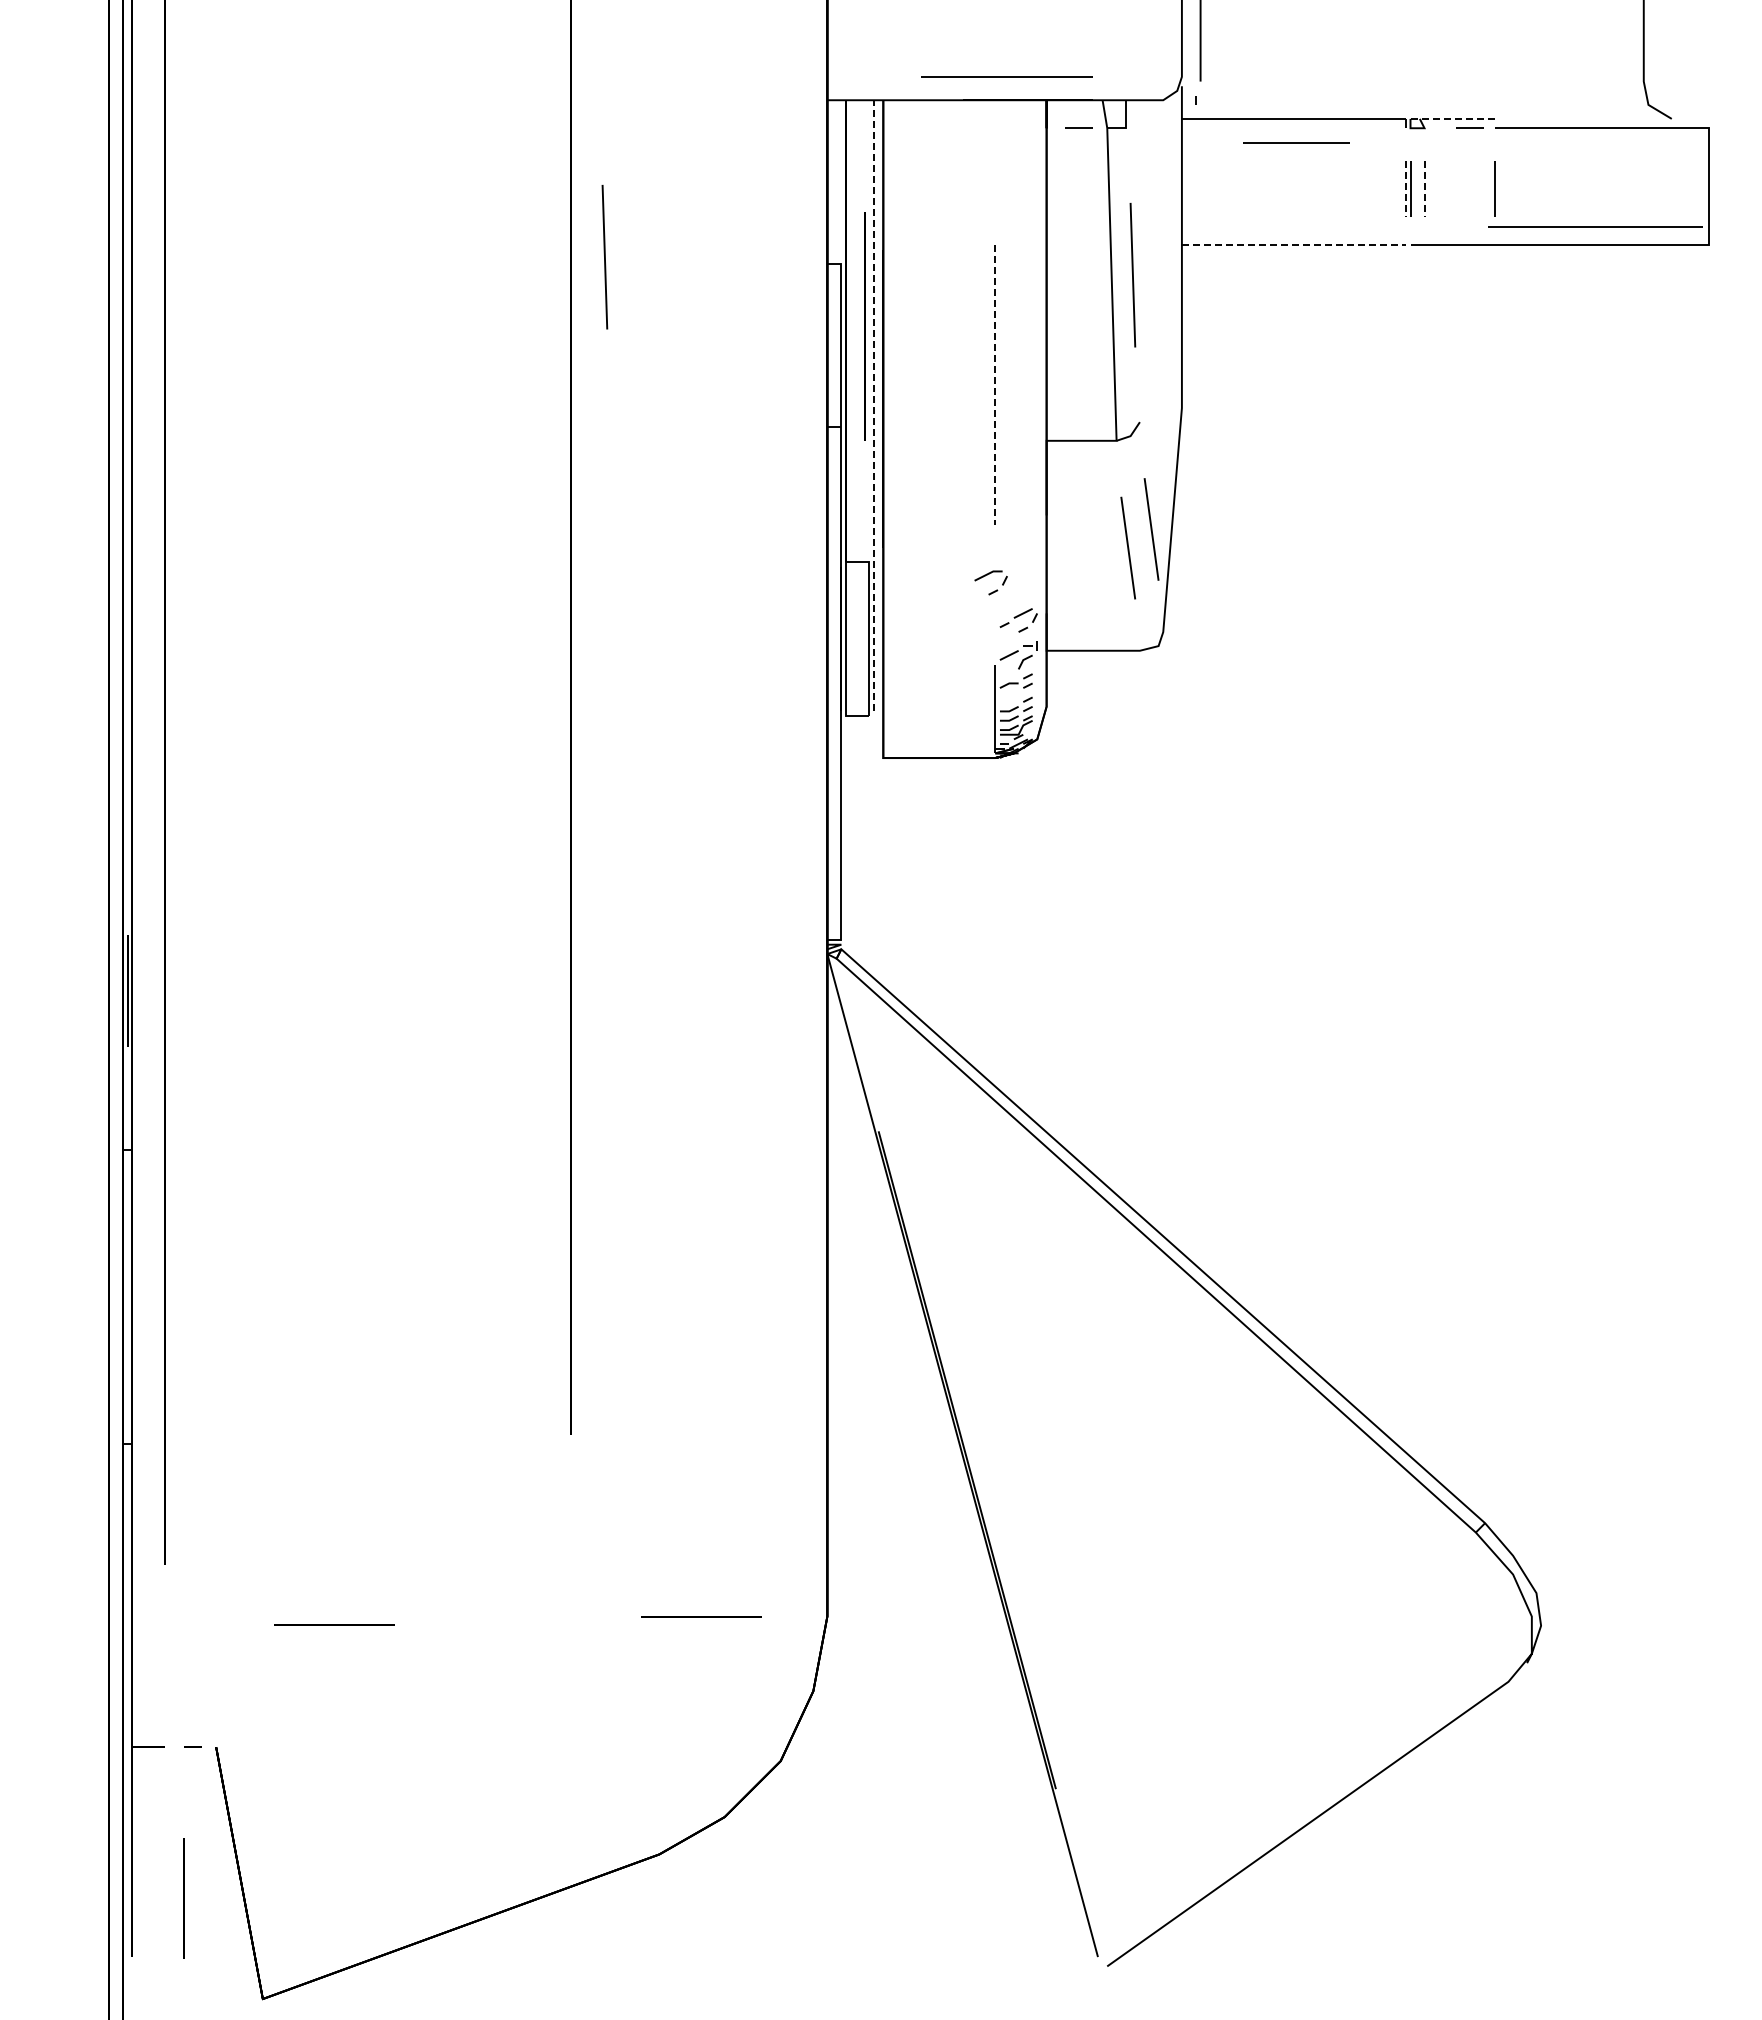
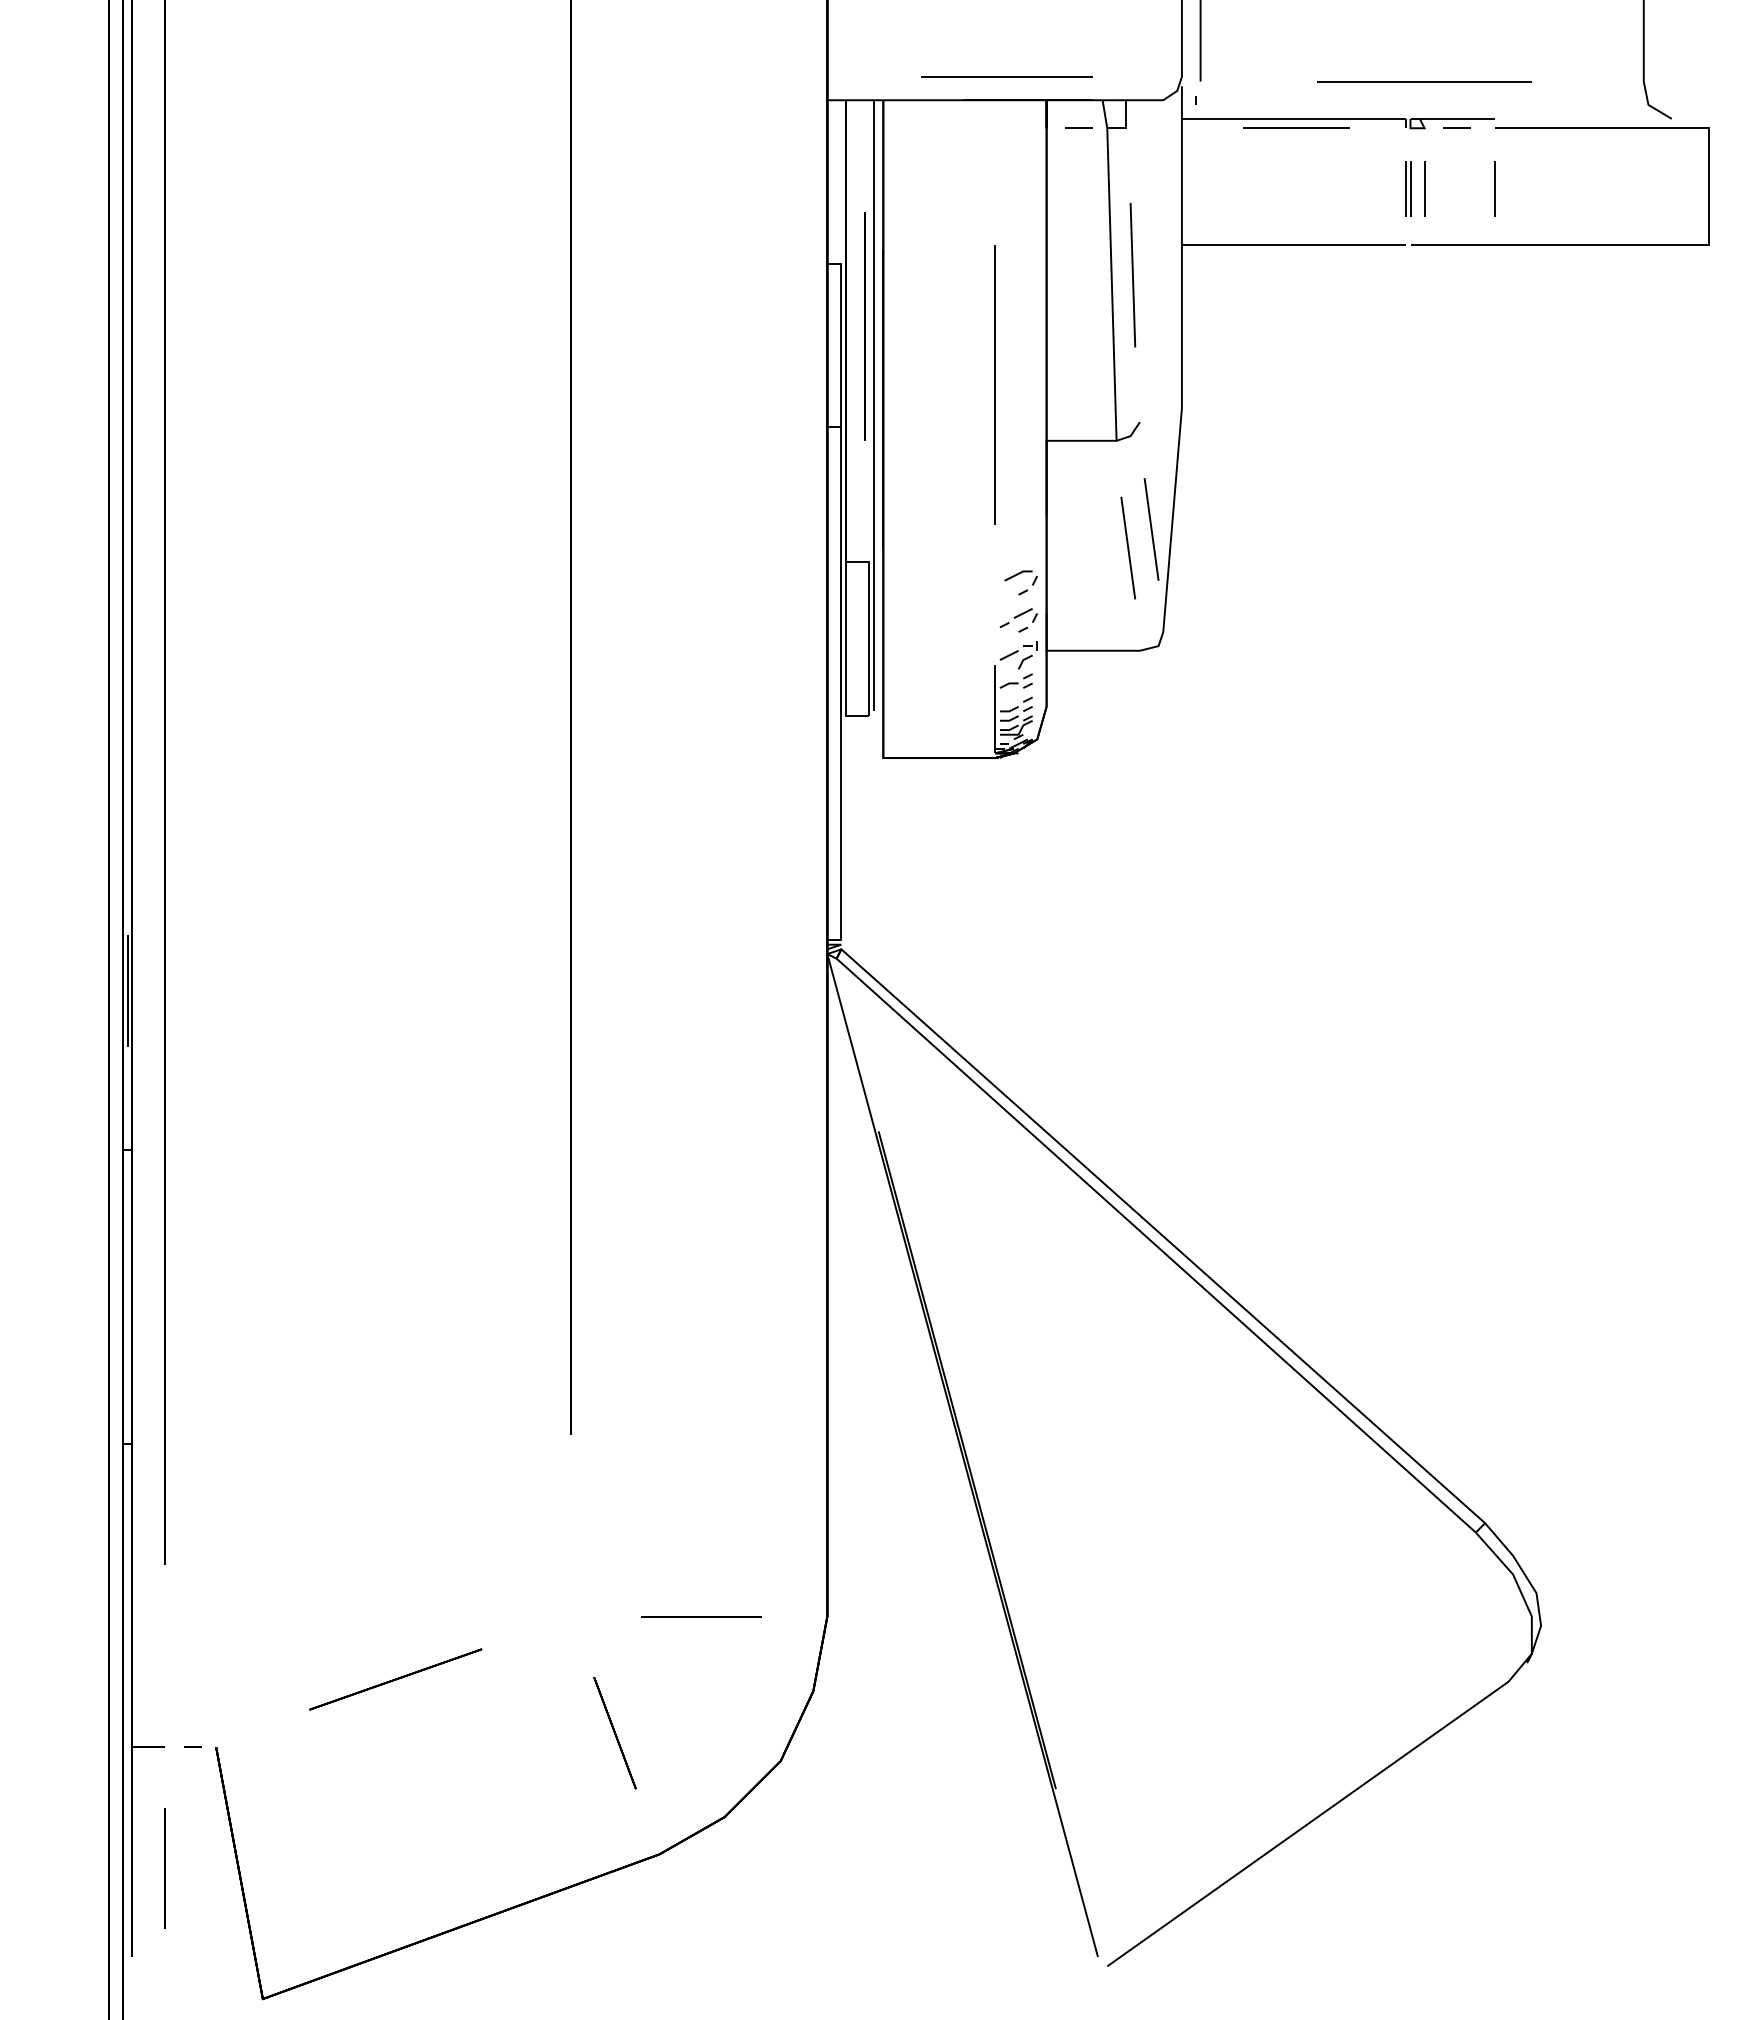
line at (1451, 118): dashed -> solid
line at (1469, 127) position: (1469, 127) -> (1456, 127)
line at (1296, 142) position: (1296, 142) -> (1296, 127)
line at (1405, 188): dashed -> solid
line at (1424, 188): dashed -> solid
line at (1595, 226) position: (1595, 226) -> (1424, 81)
line at (1293, 244): dashed -> solid
line at (604, 257): present -> none
line at (995, 384): dashed -> solid
line at (874, 405): dashed -> solid
part at (987, 575) position: (987, 575) -> (1017, 575)
line at (334, 1624): present -> none
line at (395, 1679): none -> present
line at (614, 1733): none -> present
line at (183, 1898) position: (183, 1898) -> (164, 1868)
